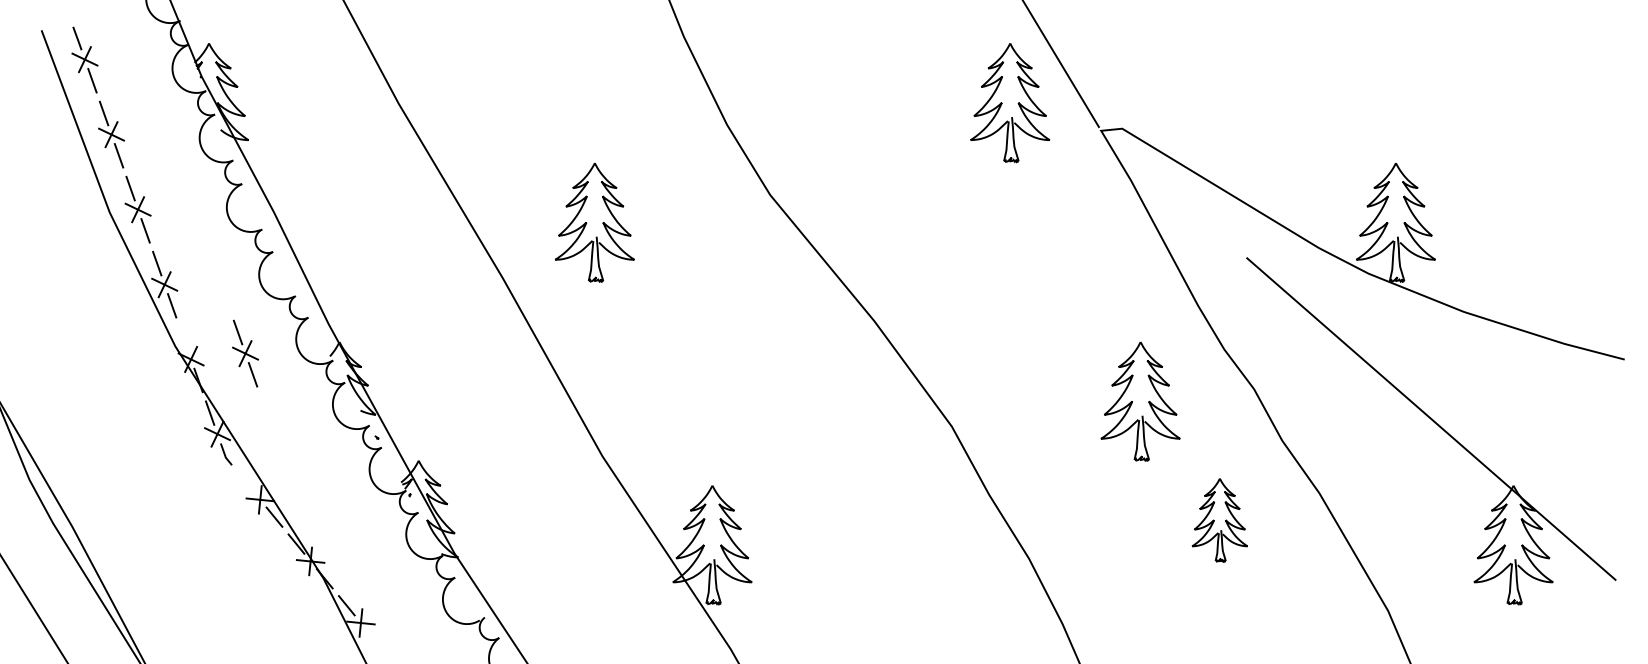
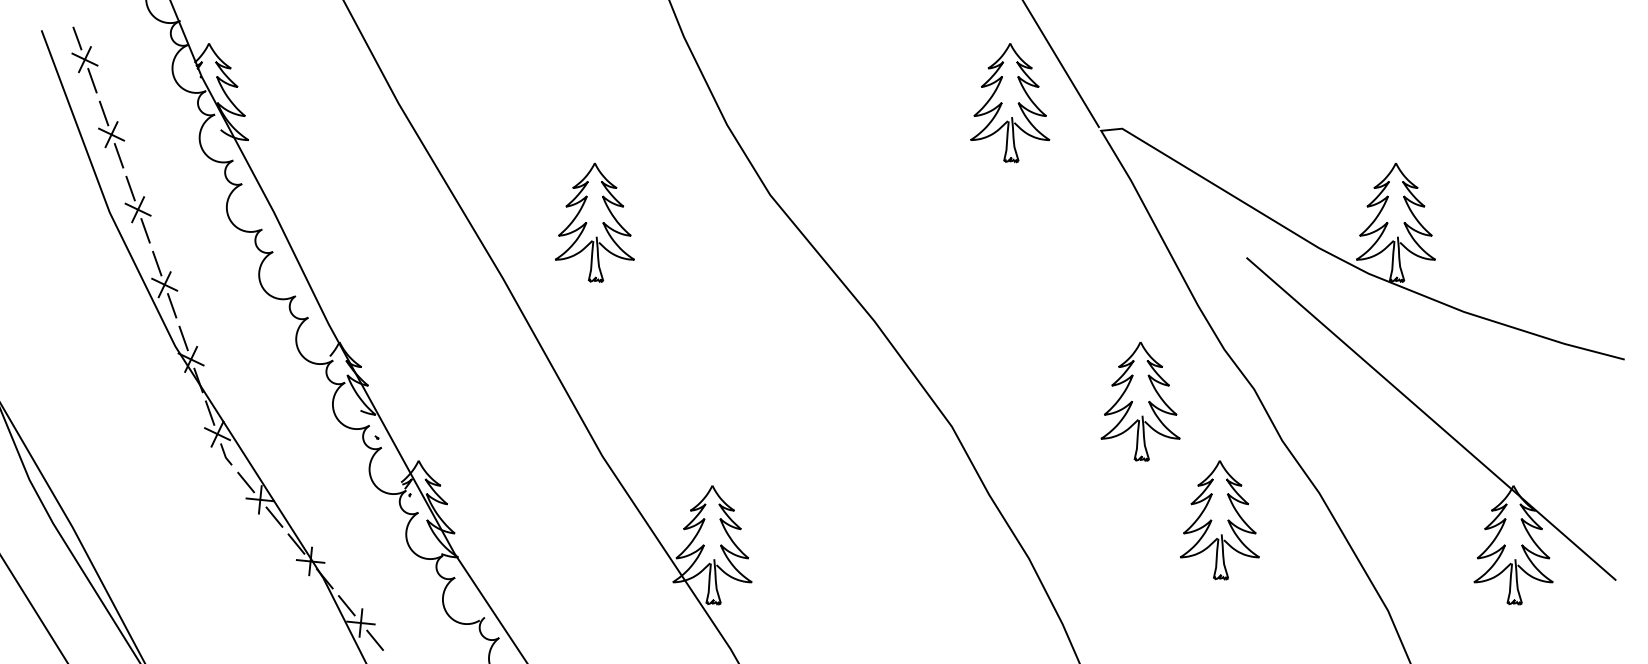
line at (183, 338): none -> present
part at (245, 353): present -> none
line at (246, 482): none -> present
part at (1219, 520) size: 57x85 px -> 80x121 px
line at (374, 639): none -> present
